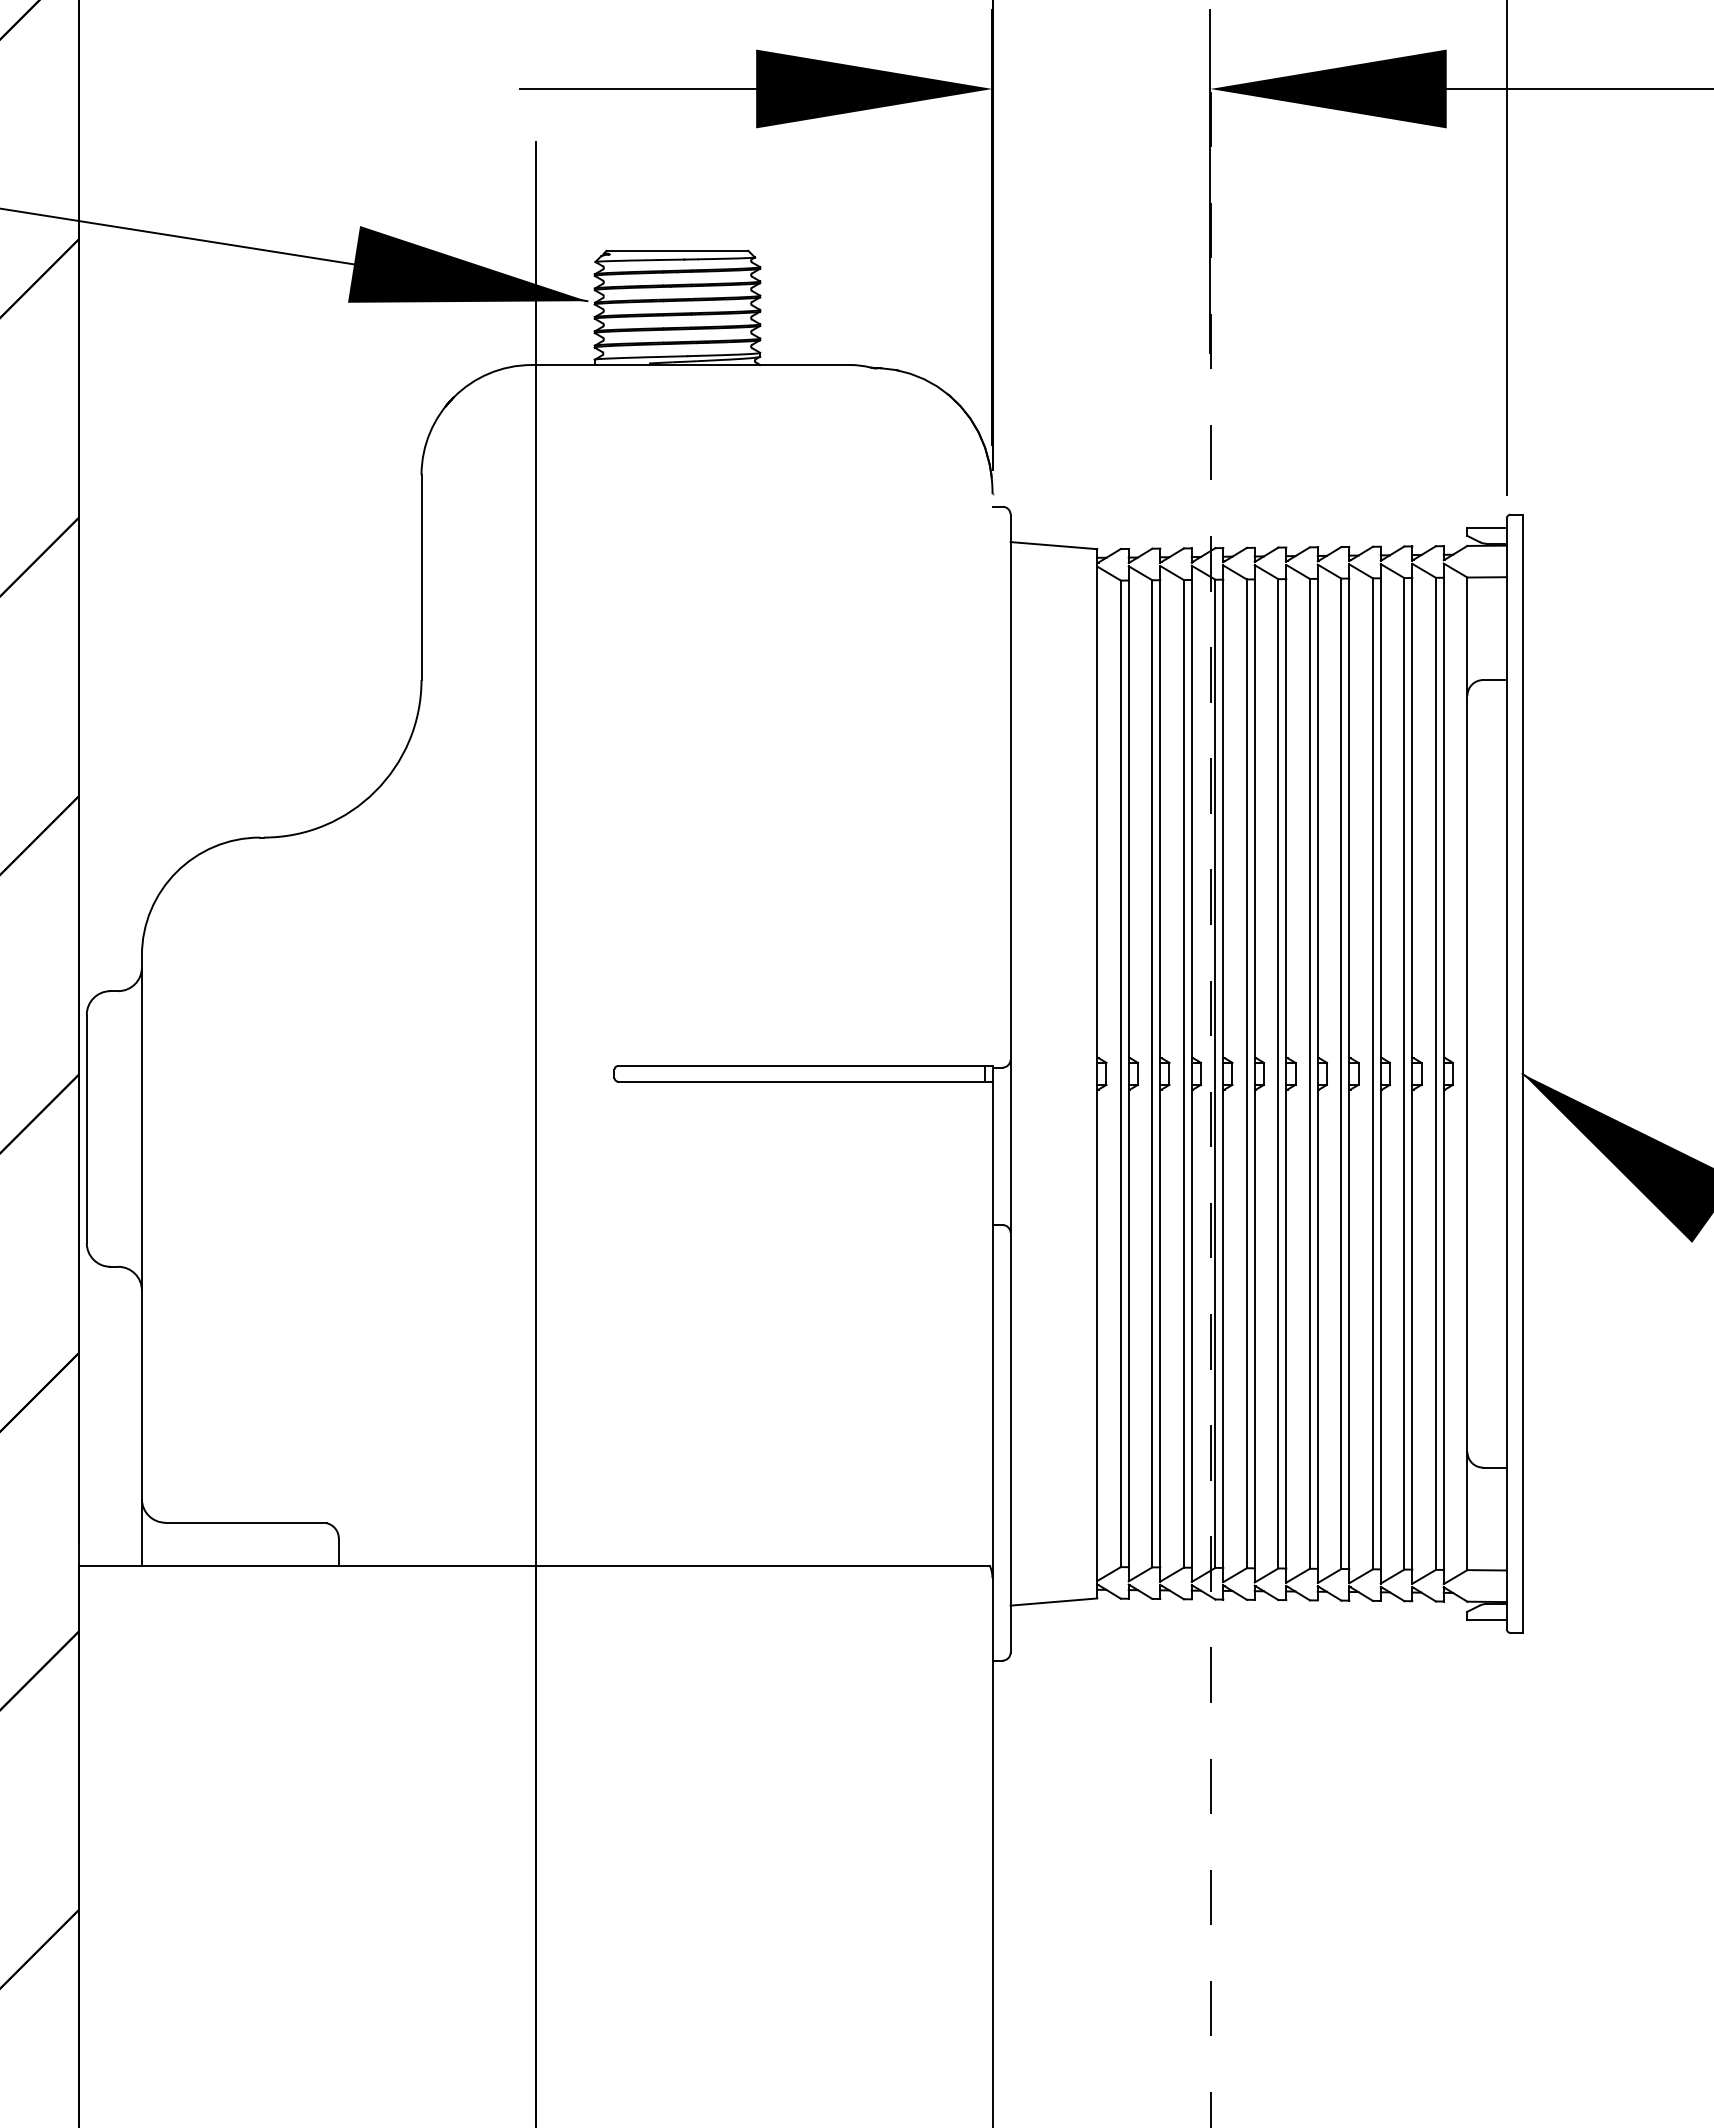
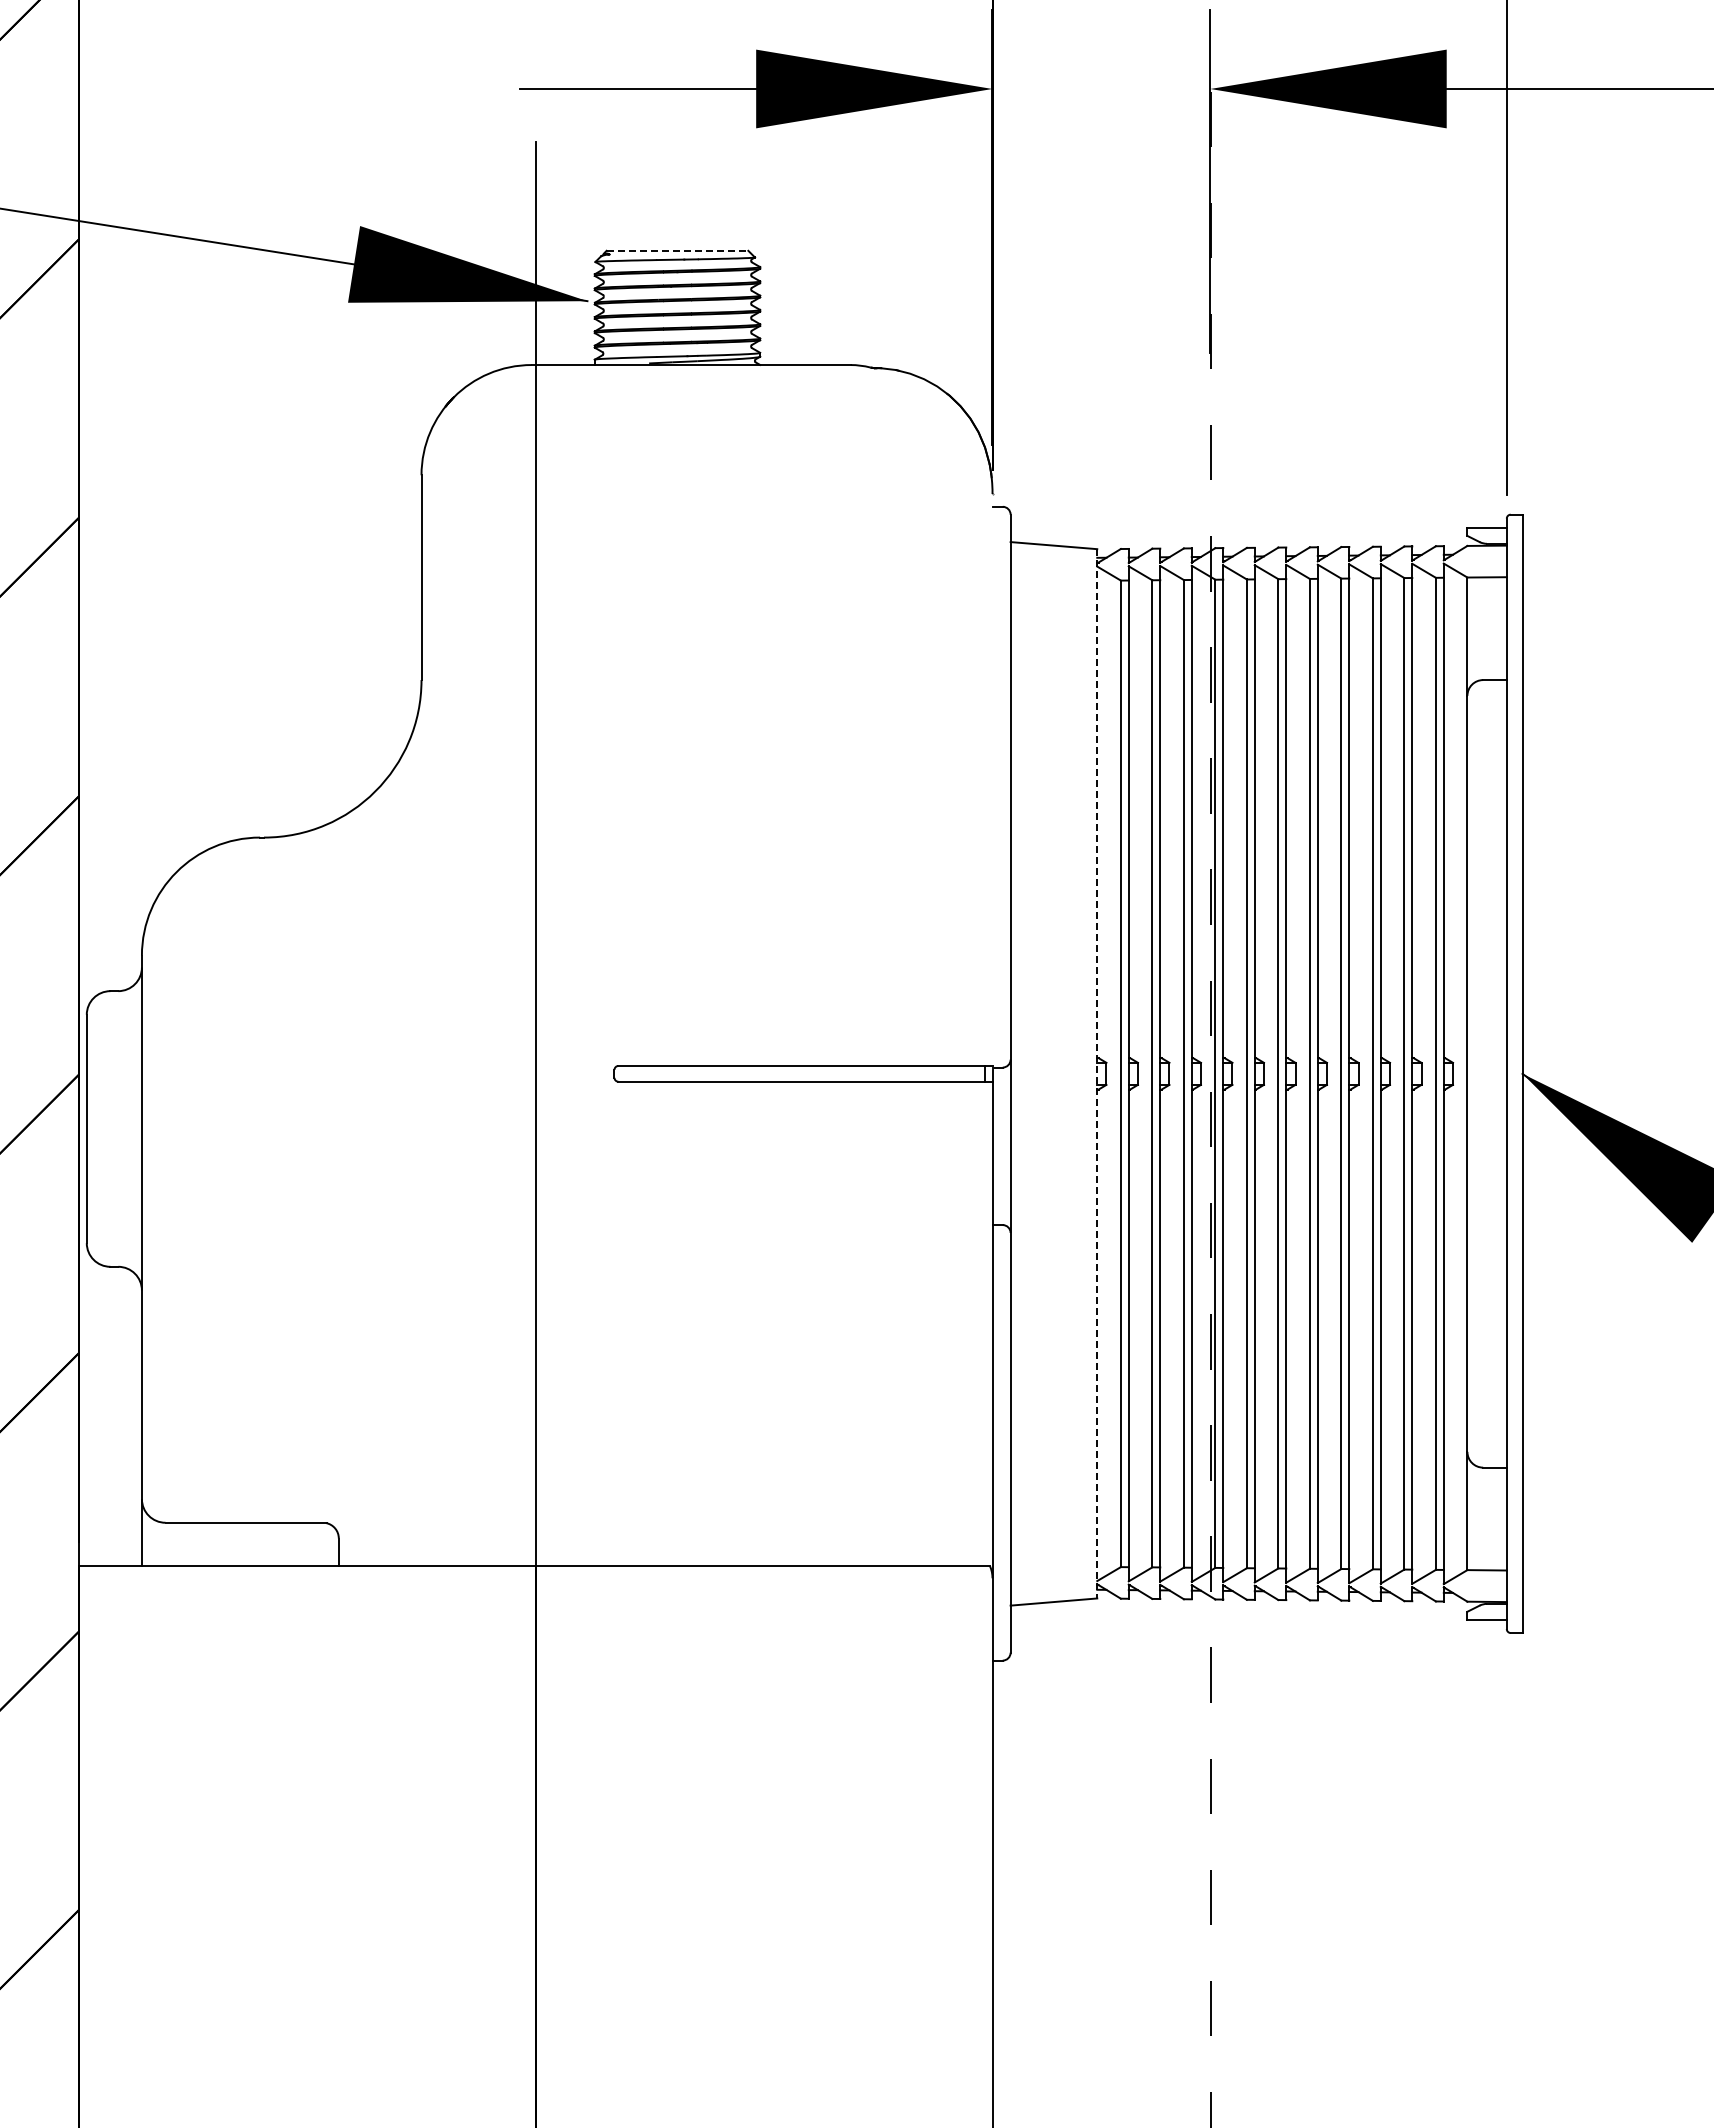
line at (677, 250): solid -> dashed
line at (1097, 1073): solid -> dashed
